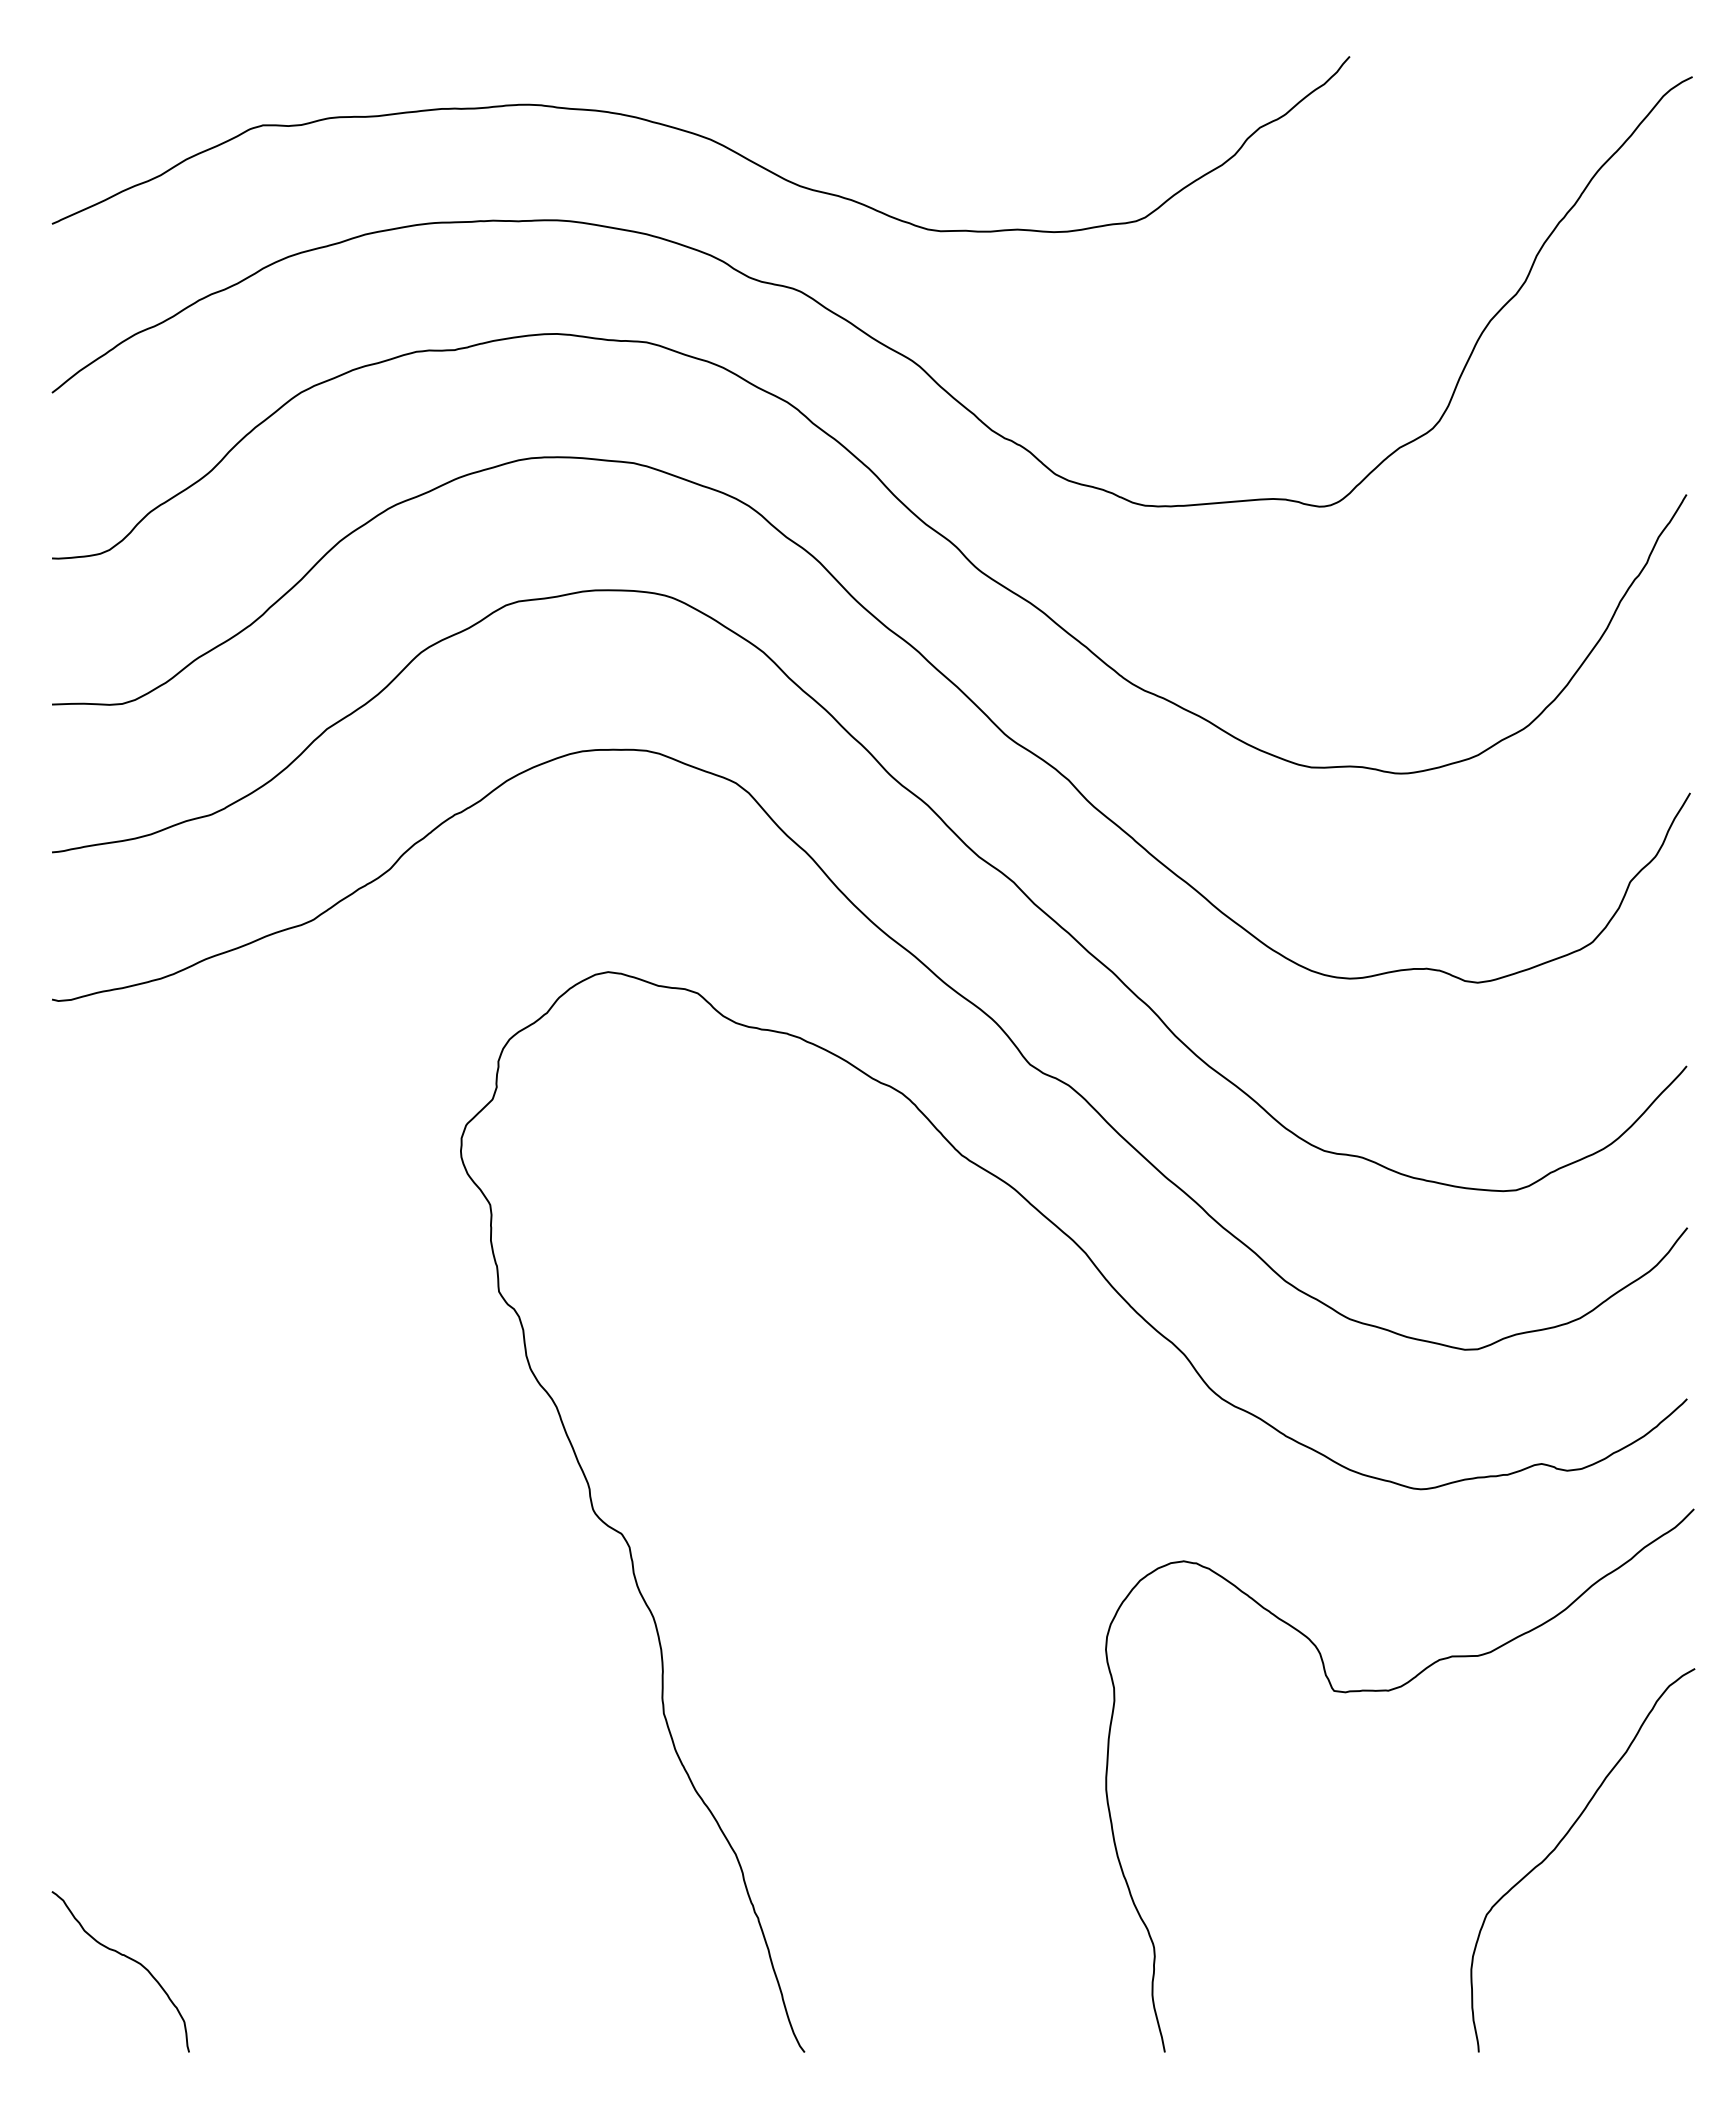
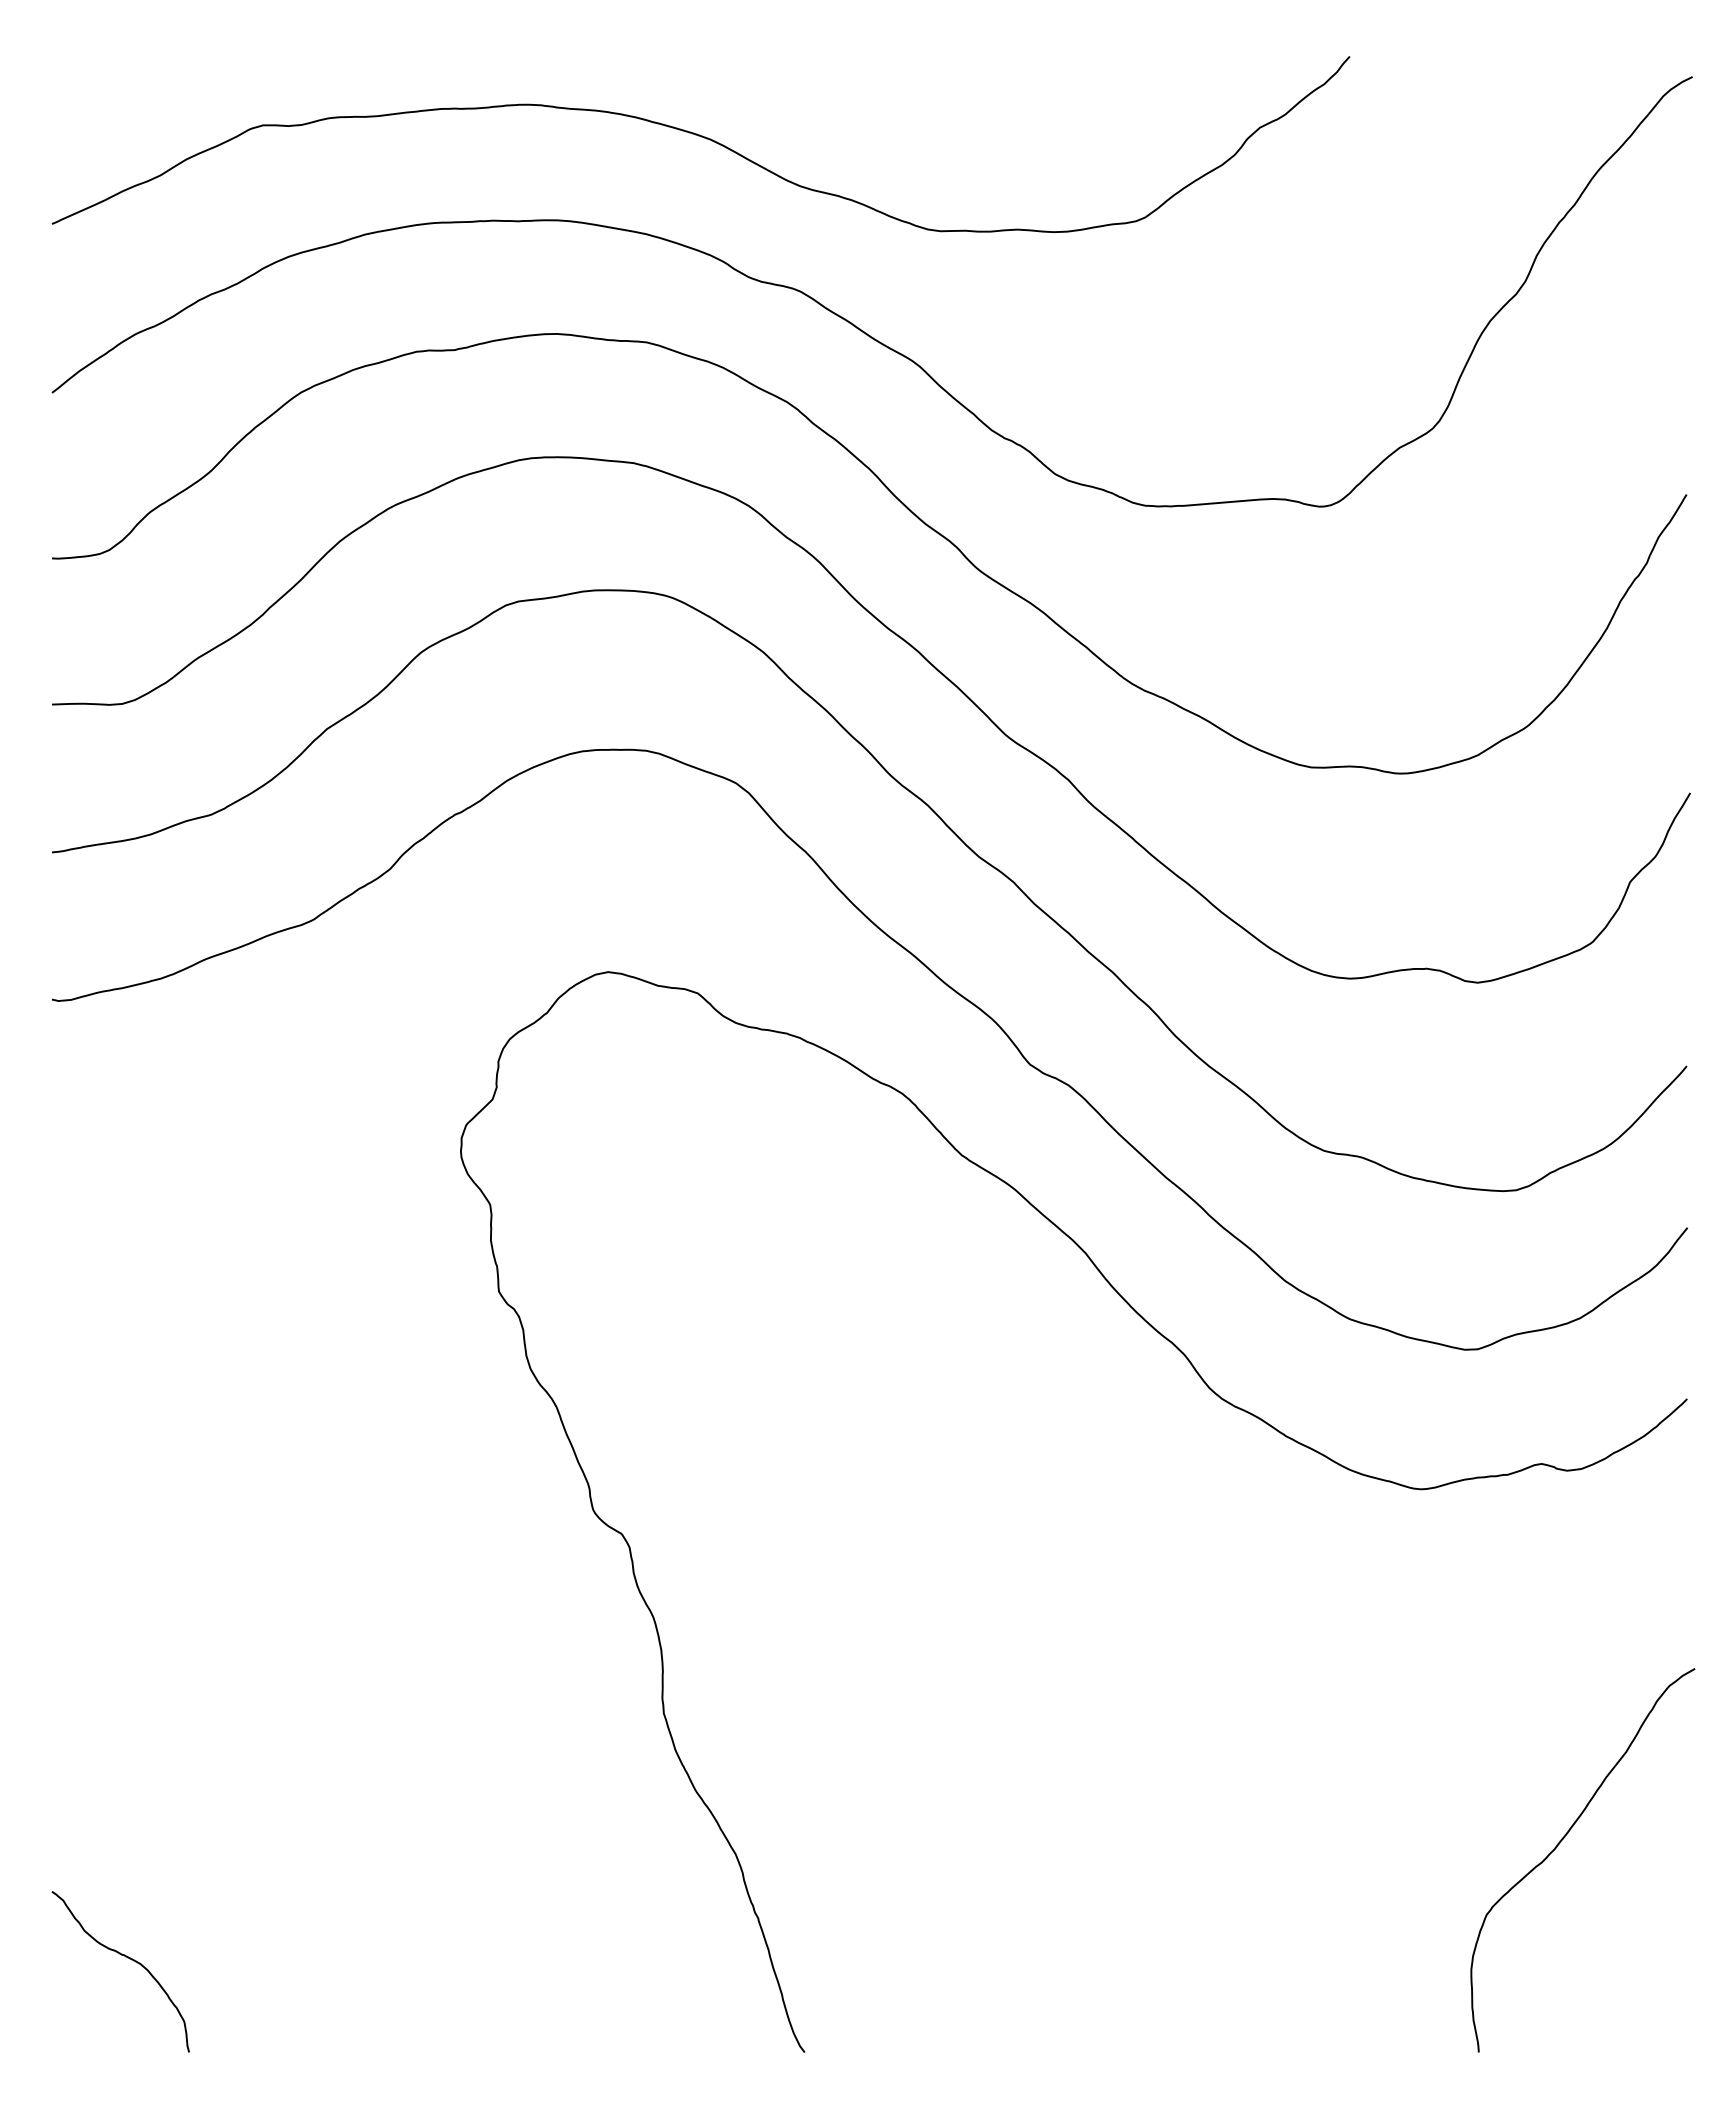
curve at (1389, 1691): present -> none
